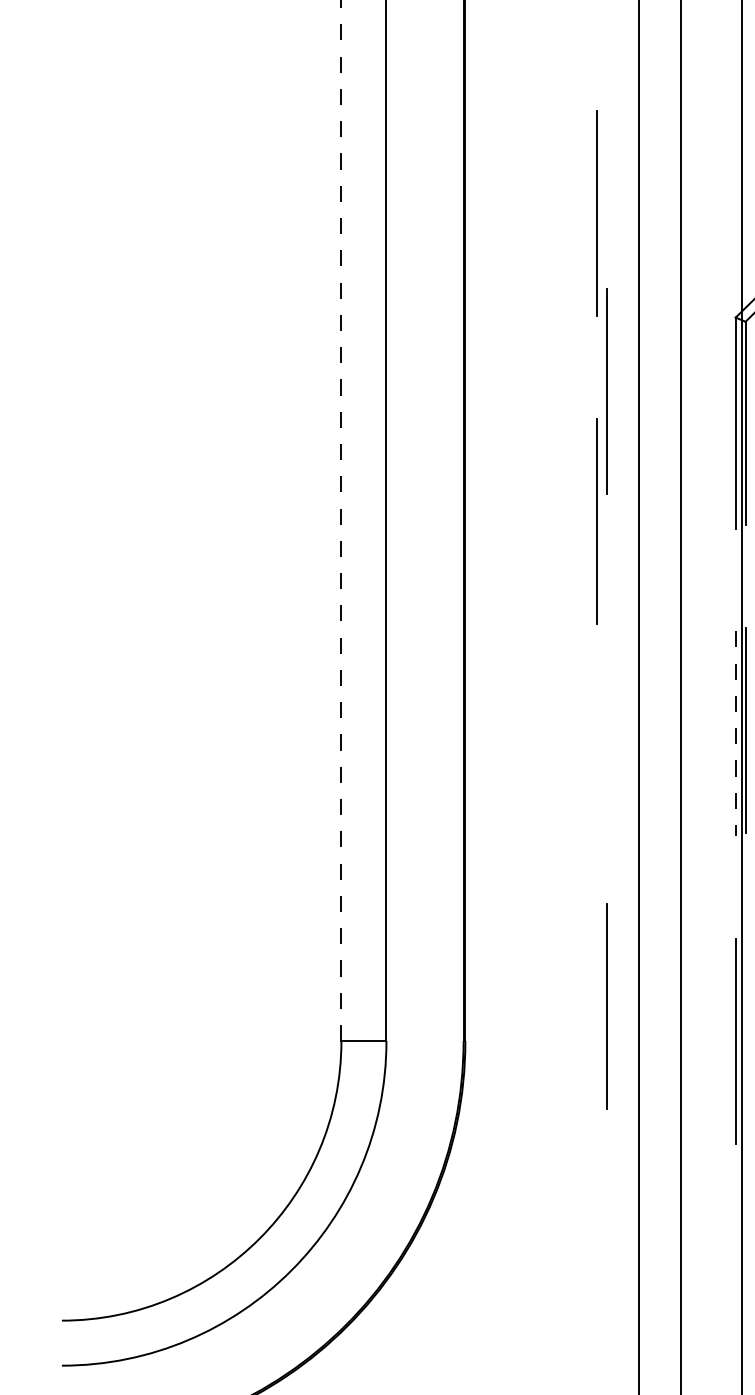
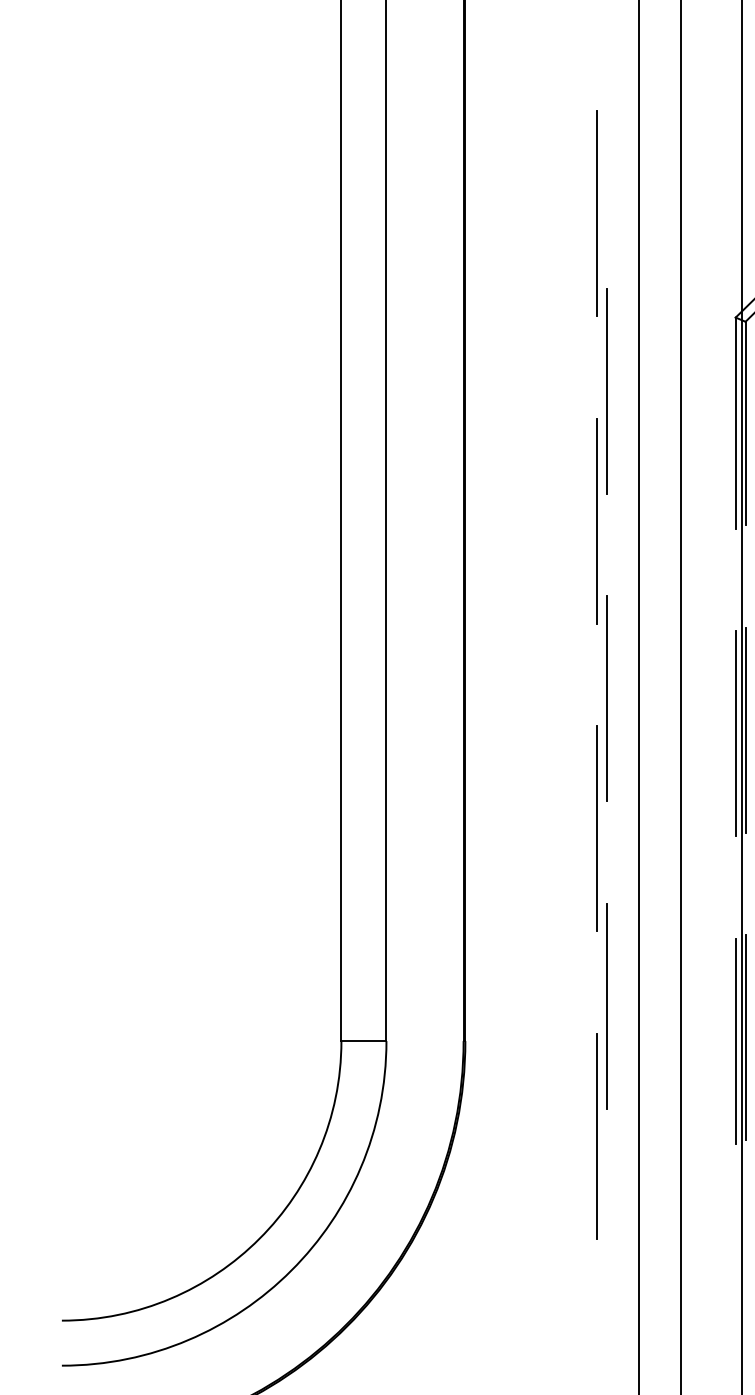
line at (341, 521): dashed -> solid
line at (606, 698): none -> present
line at (735, 734): dashed -> solid
line at (596, 828): none -> present
line at (745, 1037): none -> present
line at (596, 1135): none -> present
